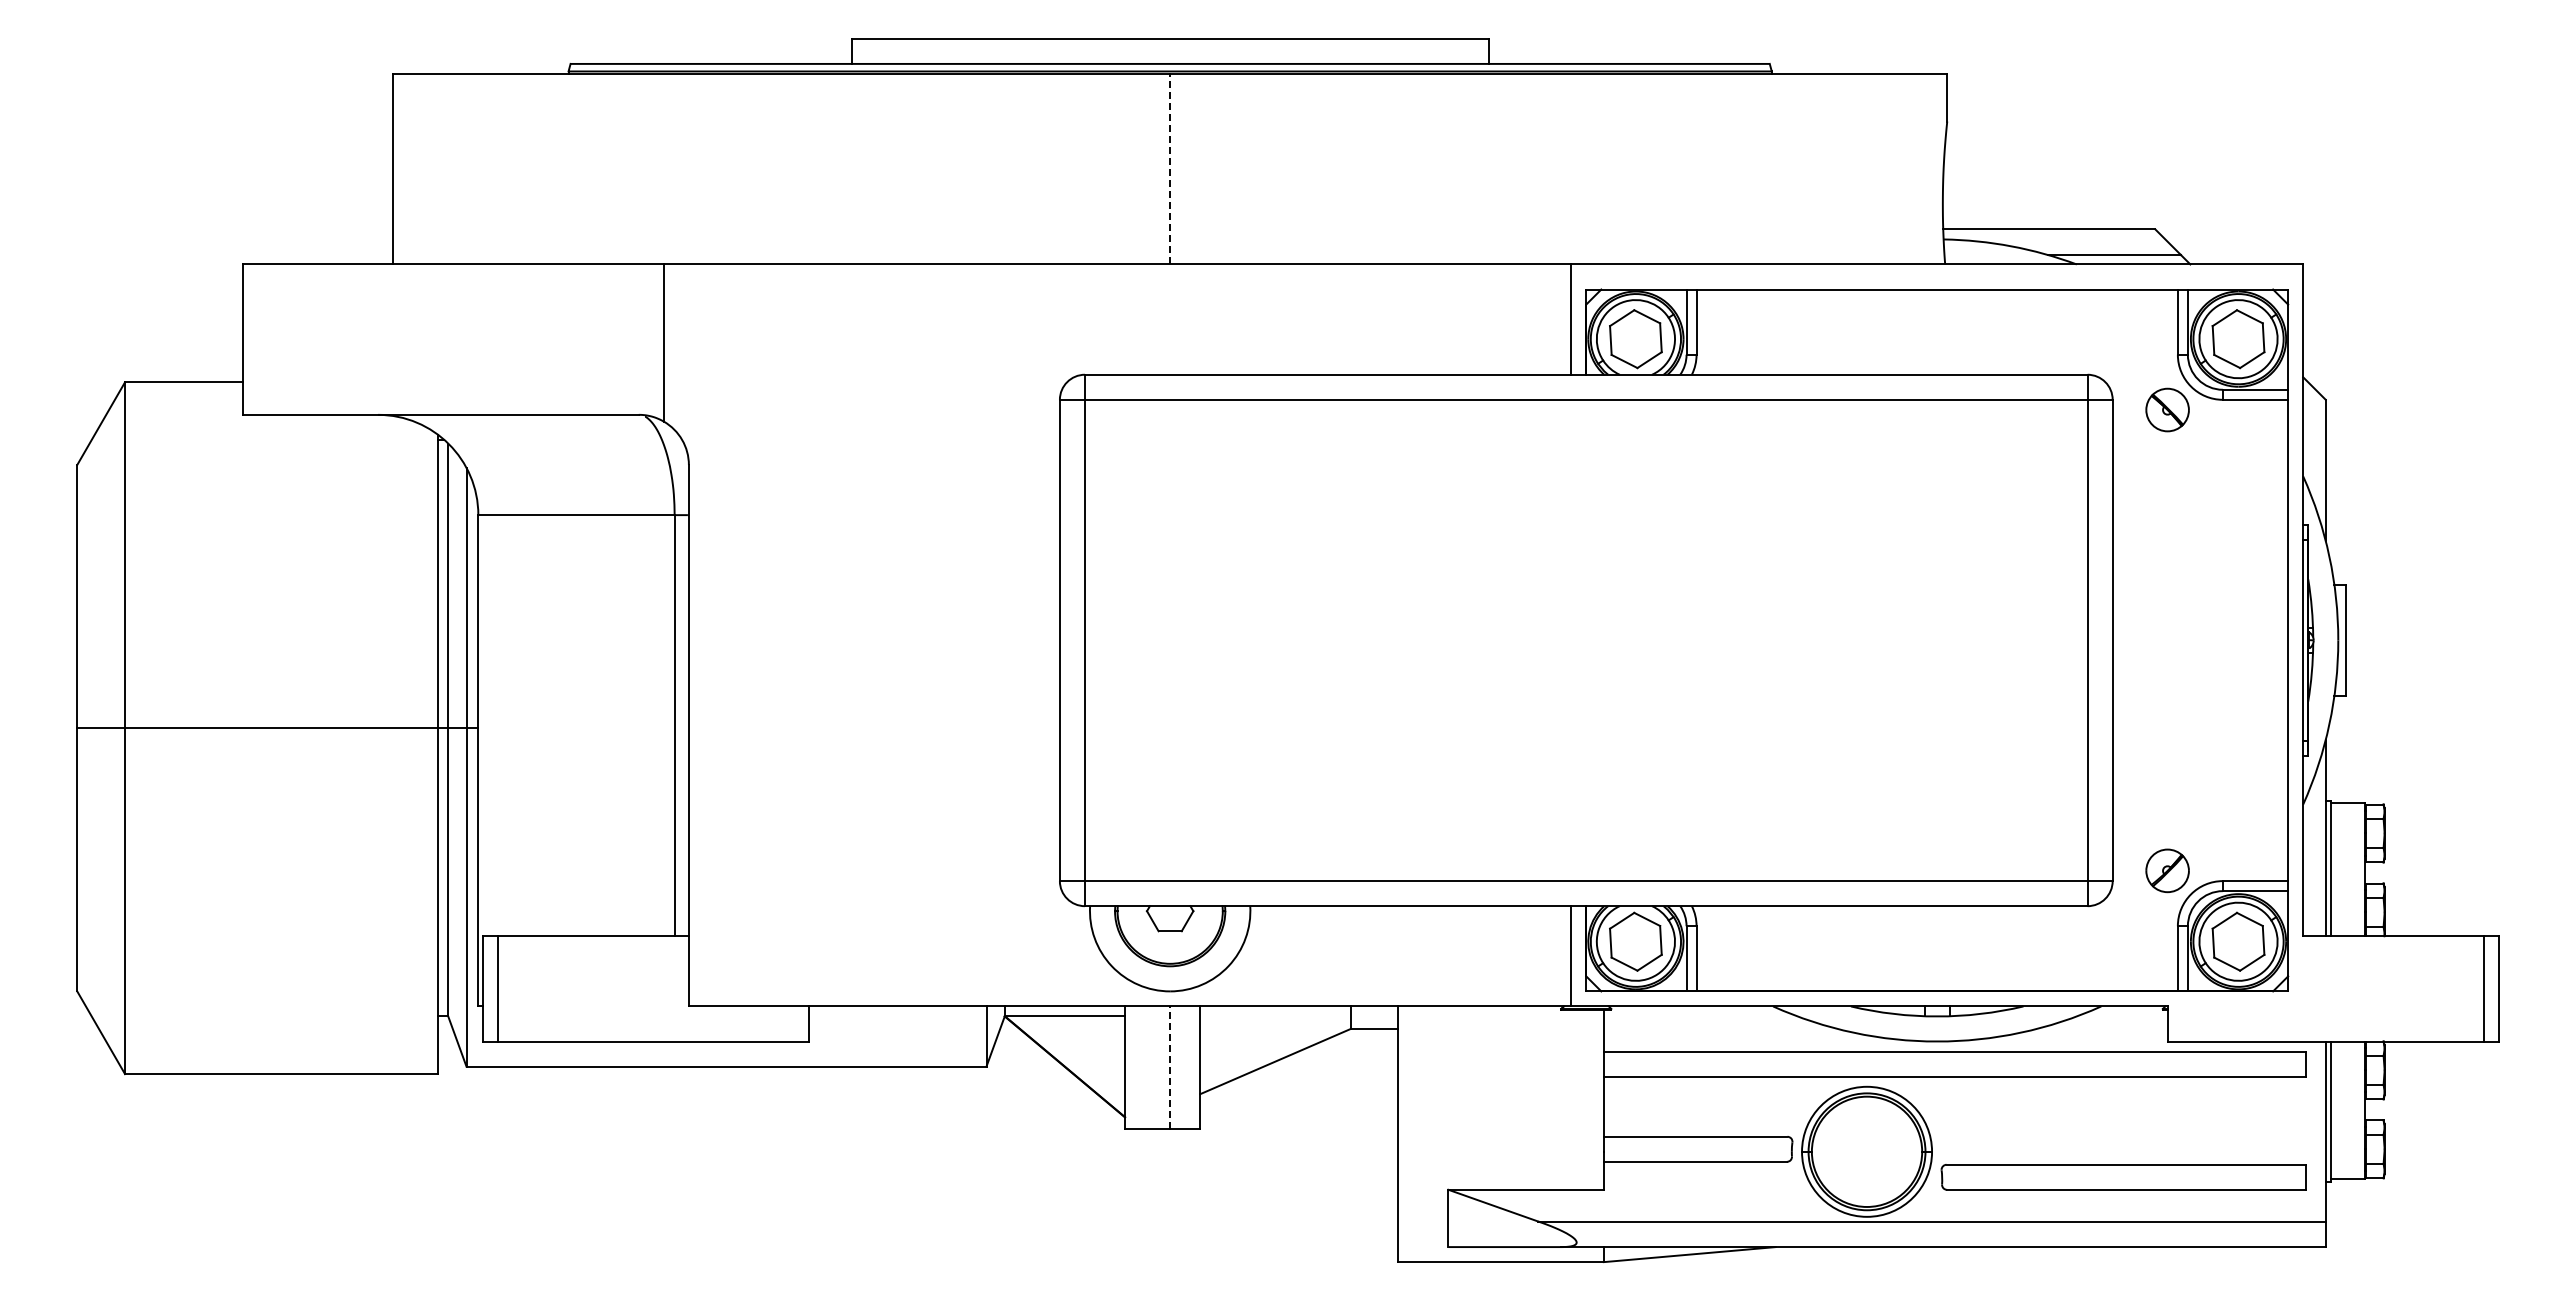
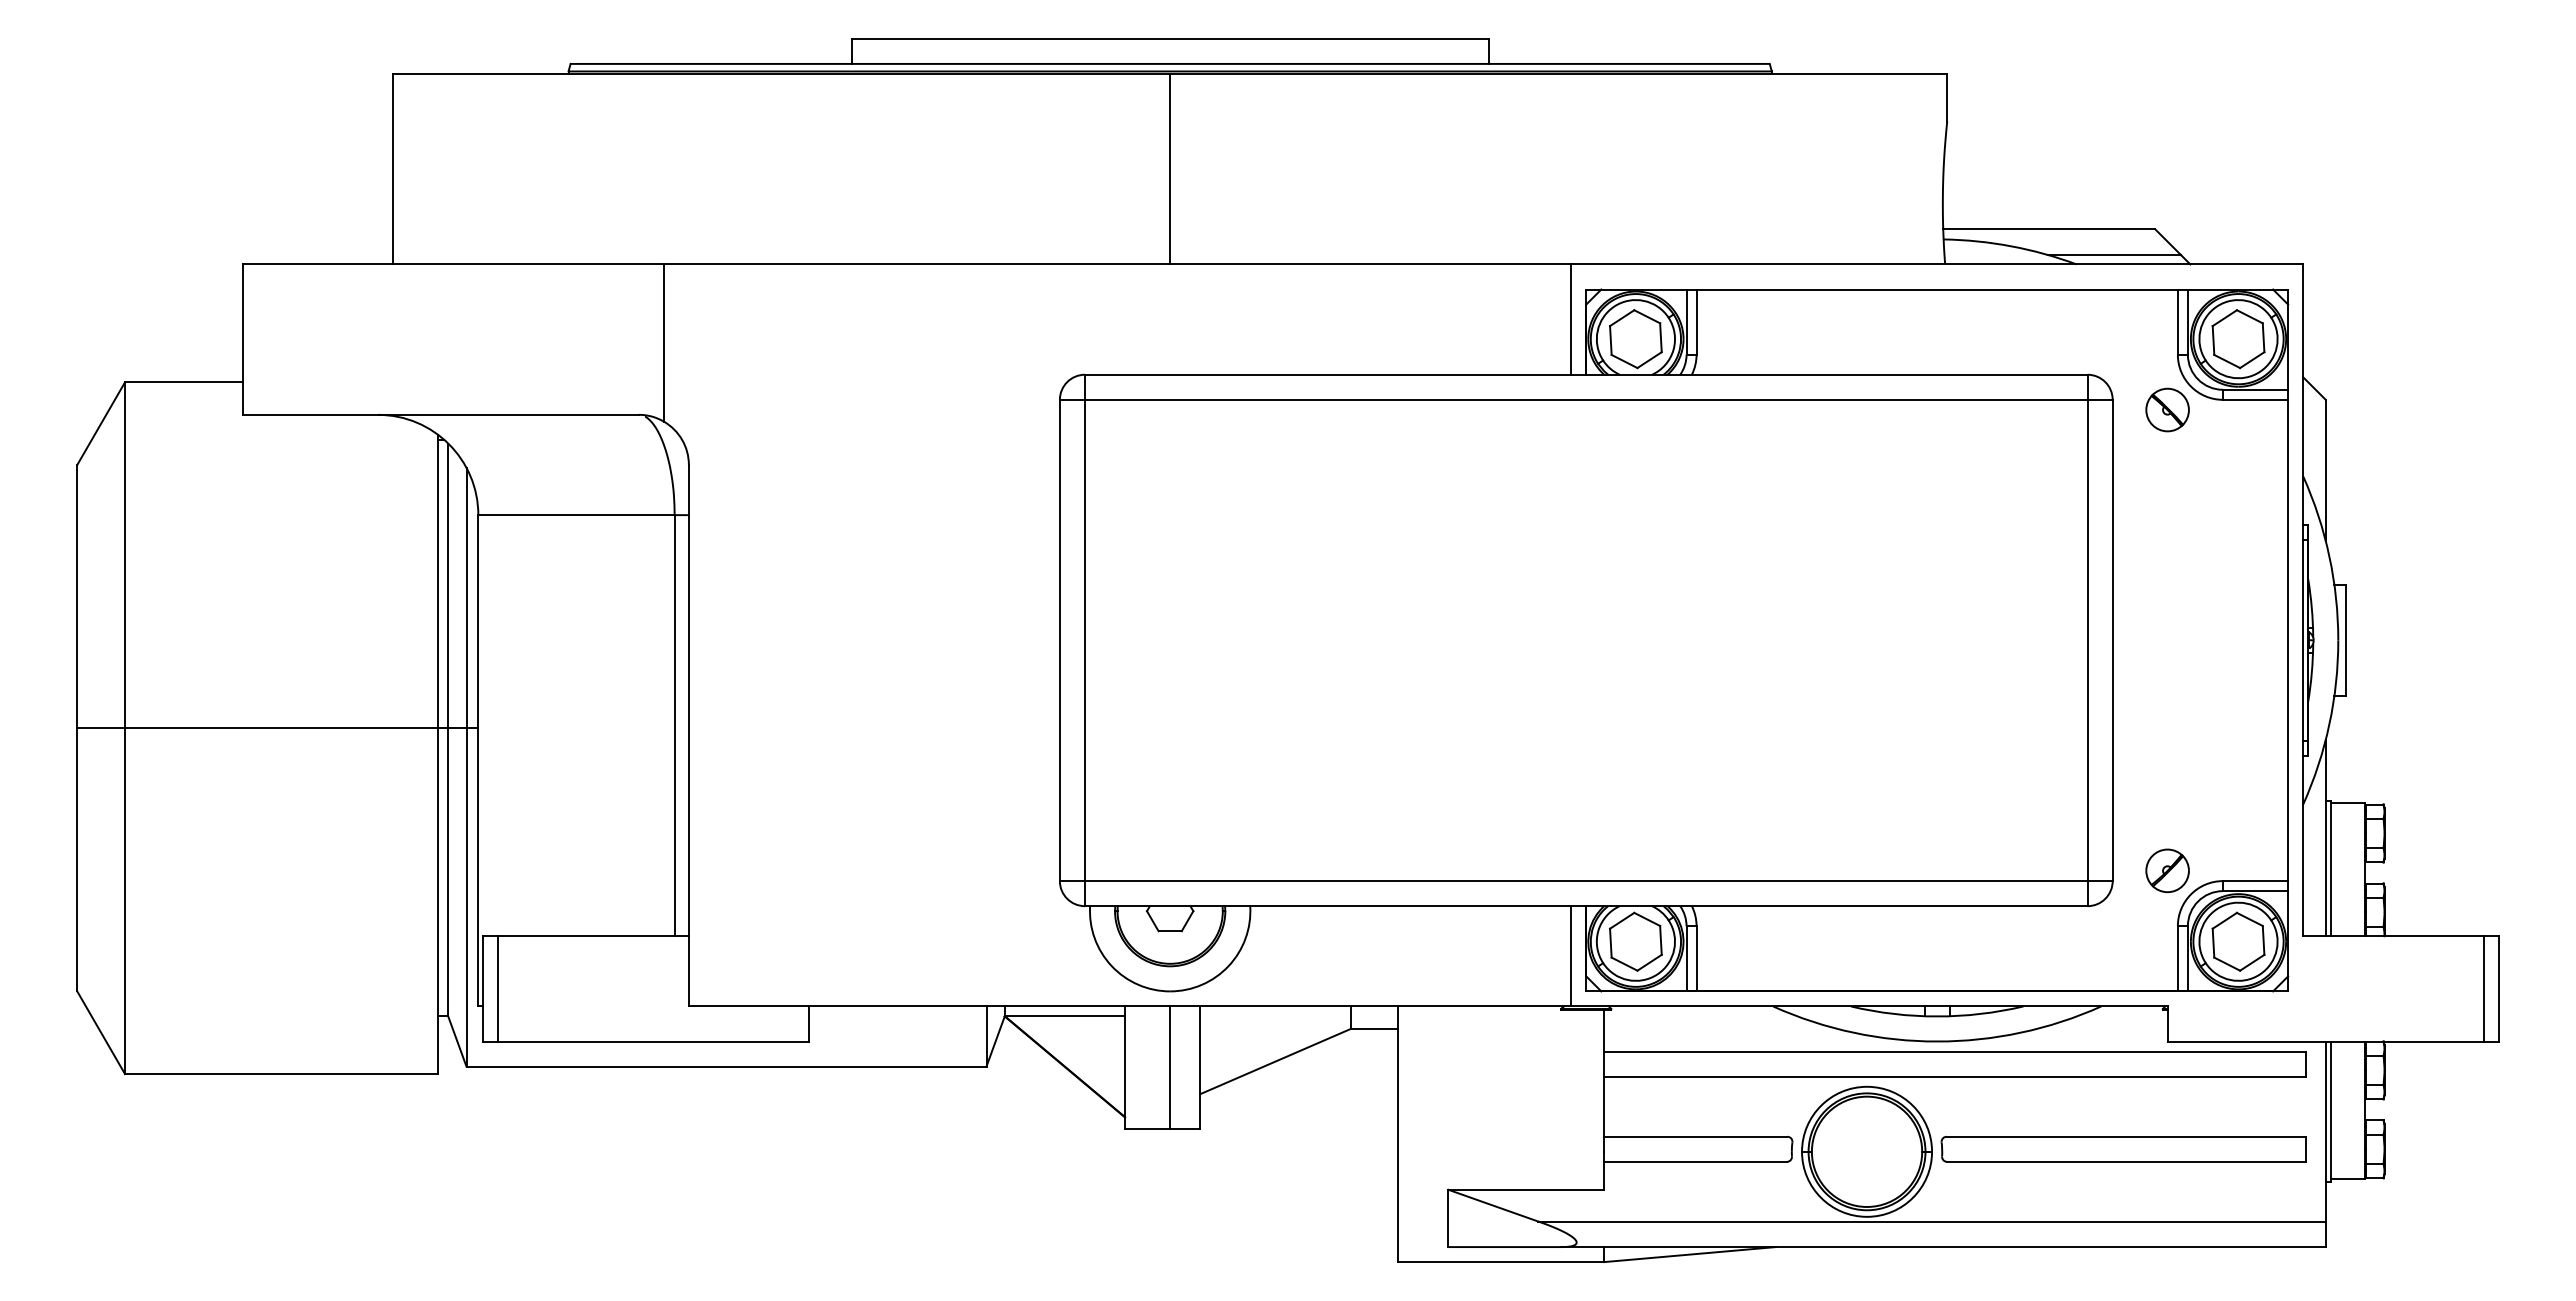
line at (1170, 168): dashed -> solid
line at (1170, 1067): dashed -> solid
part at (2123, 1177) position: (2123, 1177) -> (2123, 1149)
